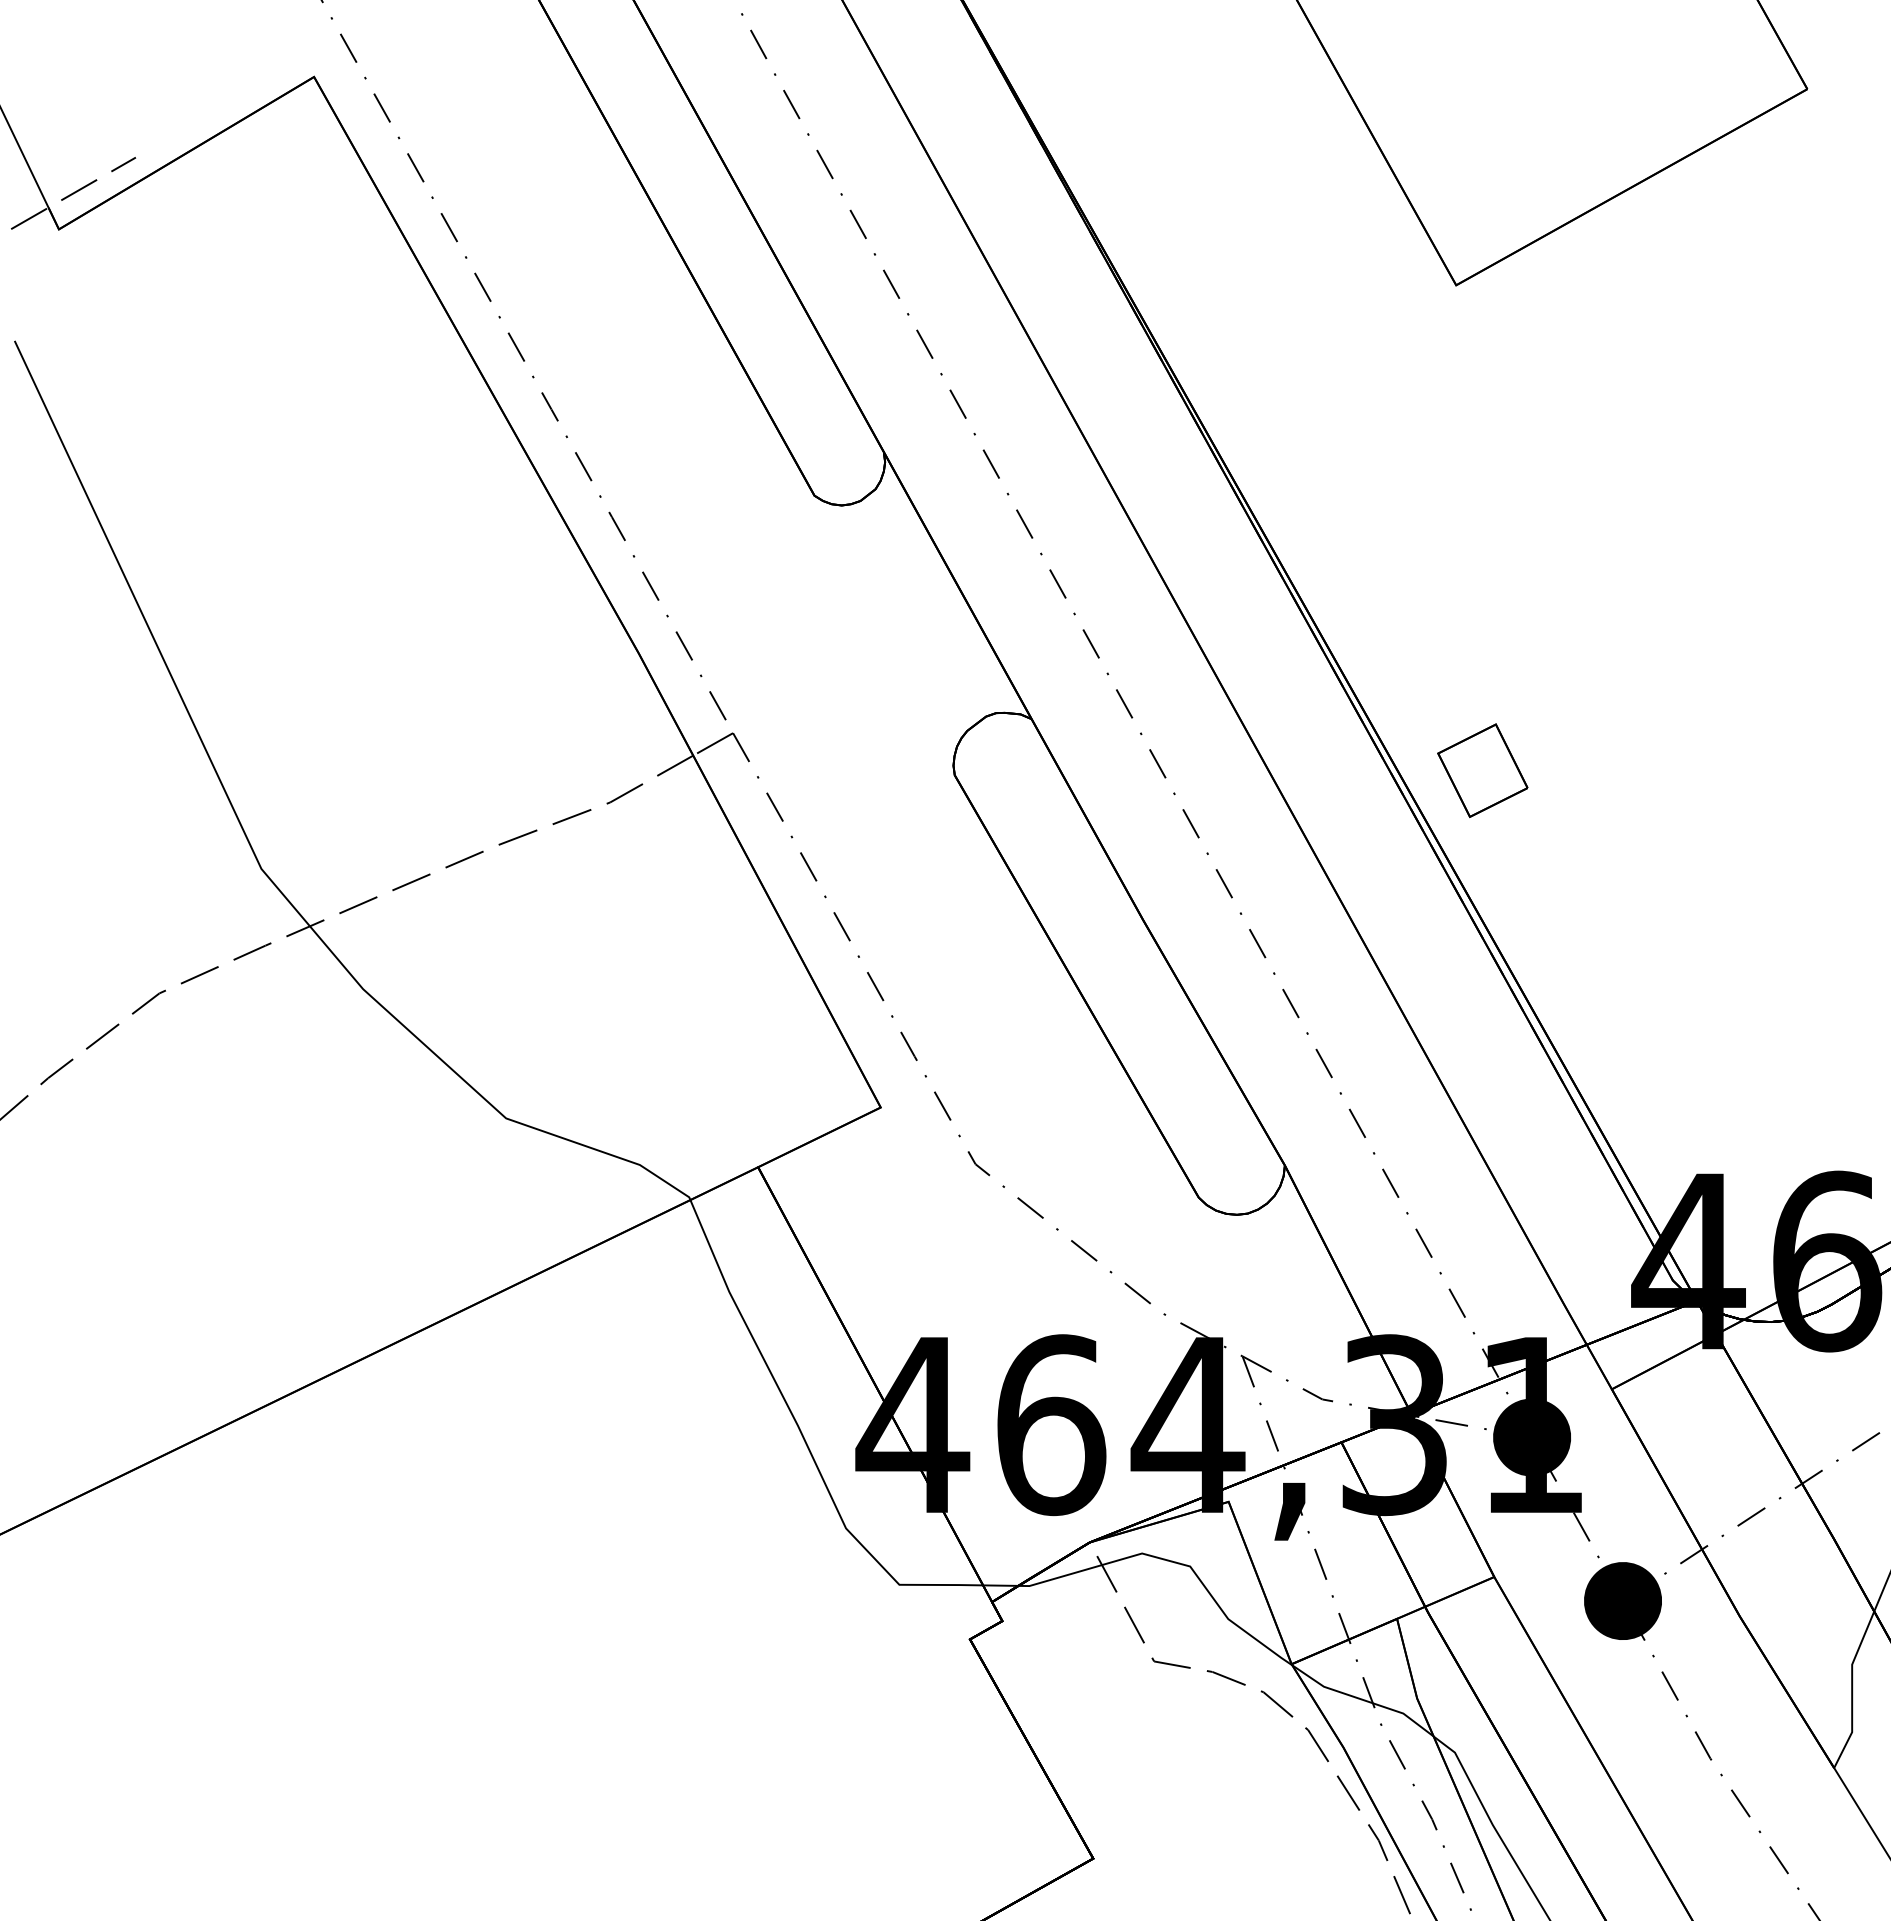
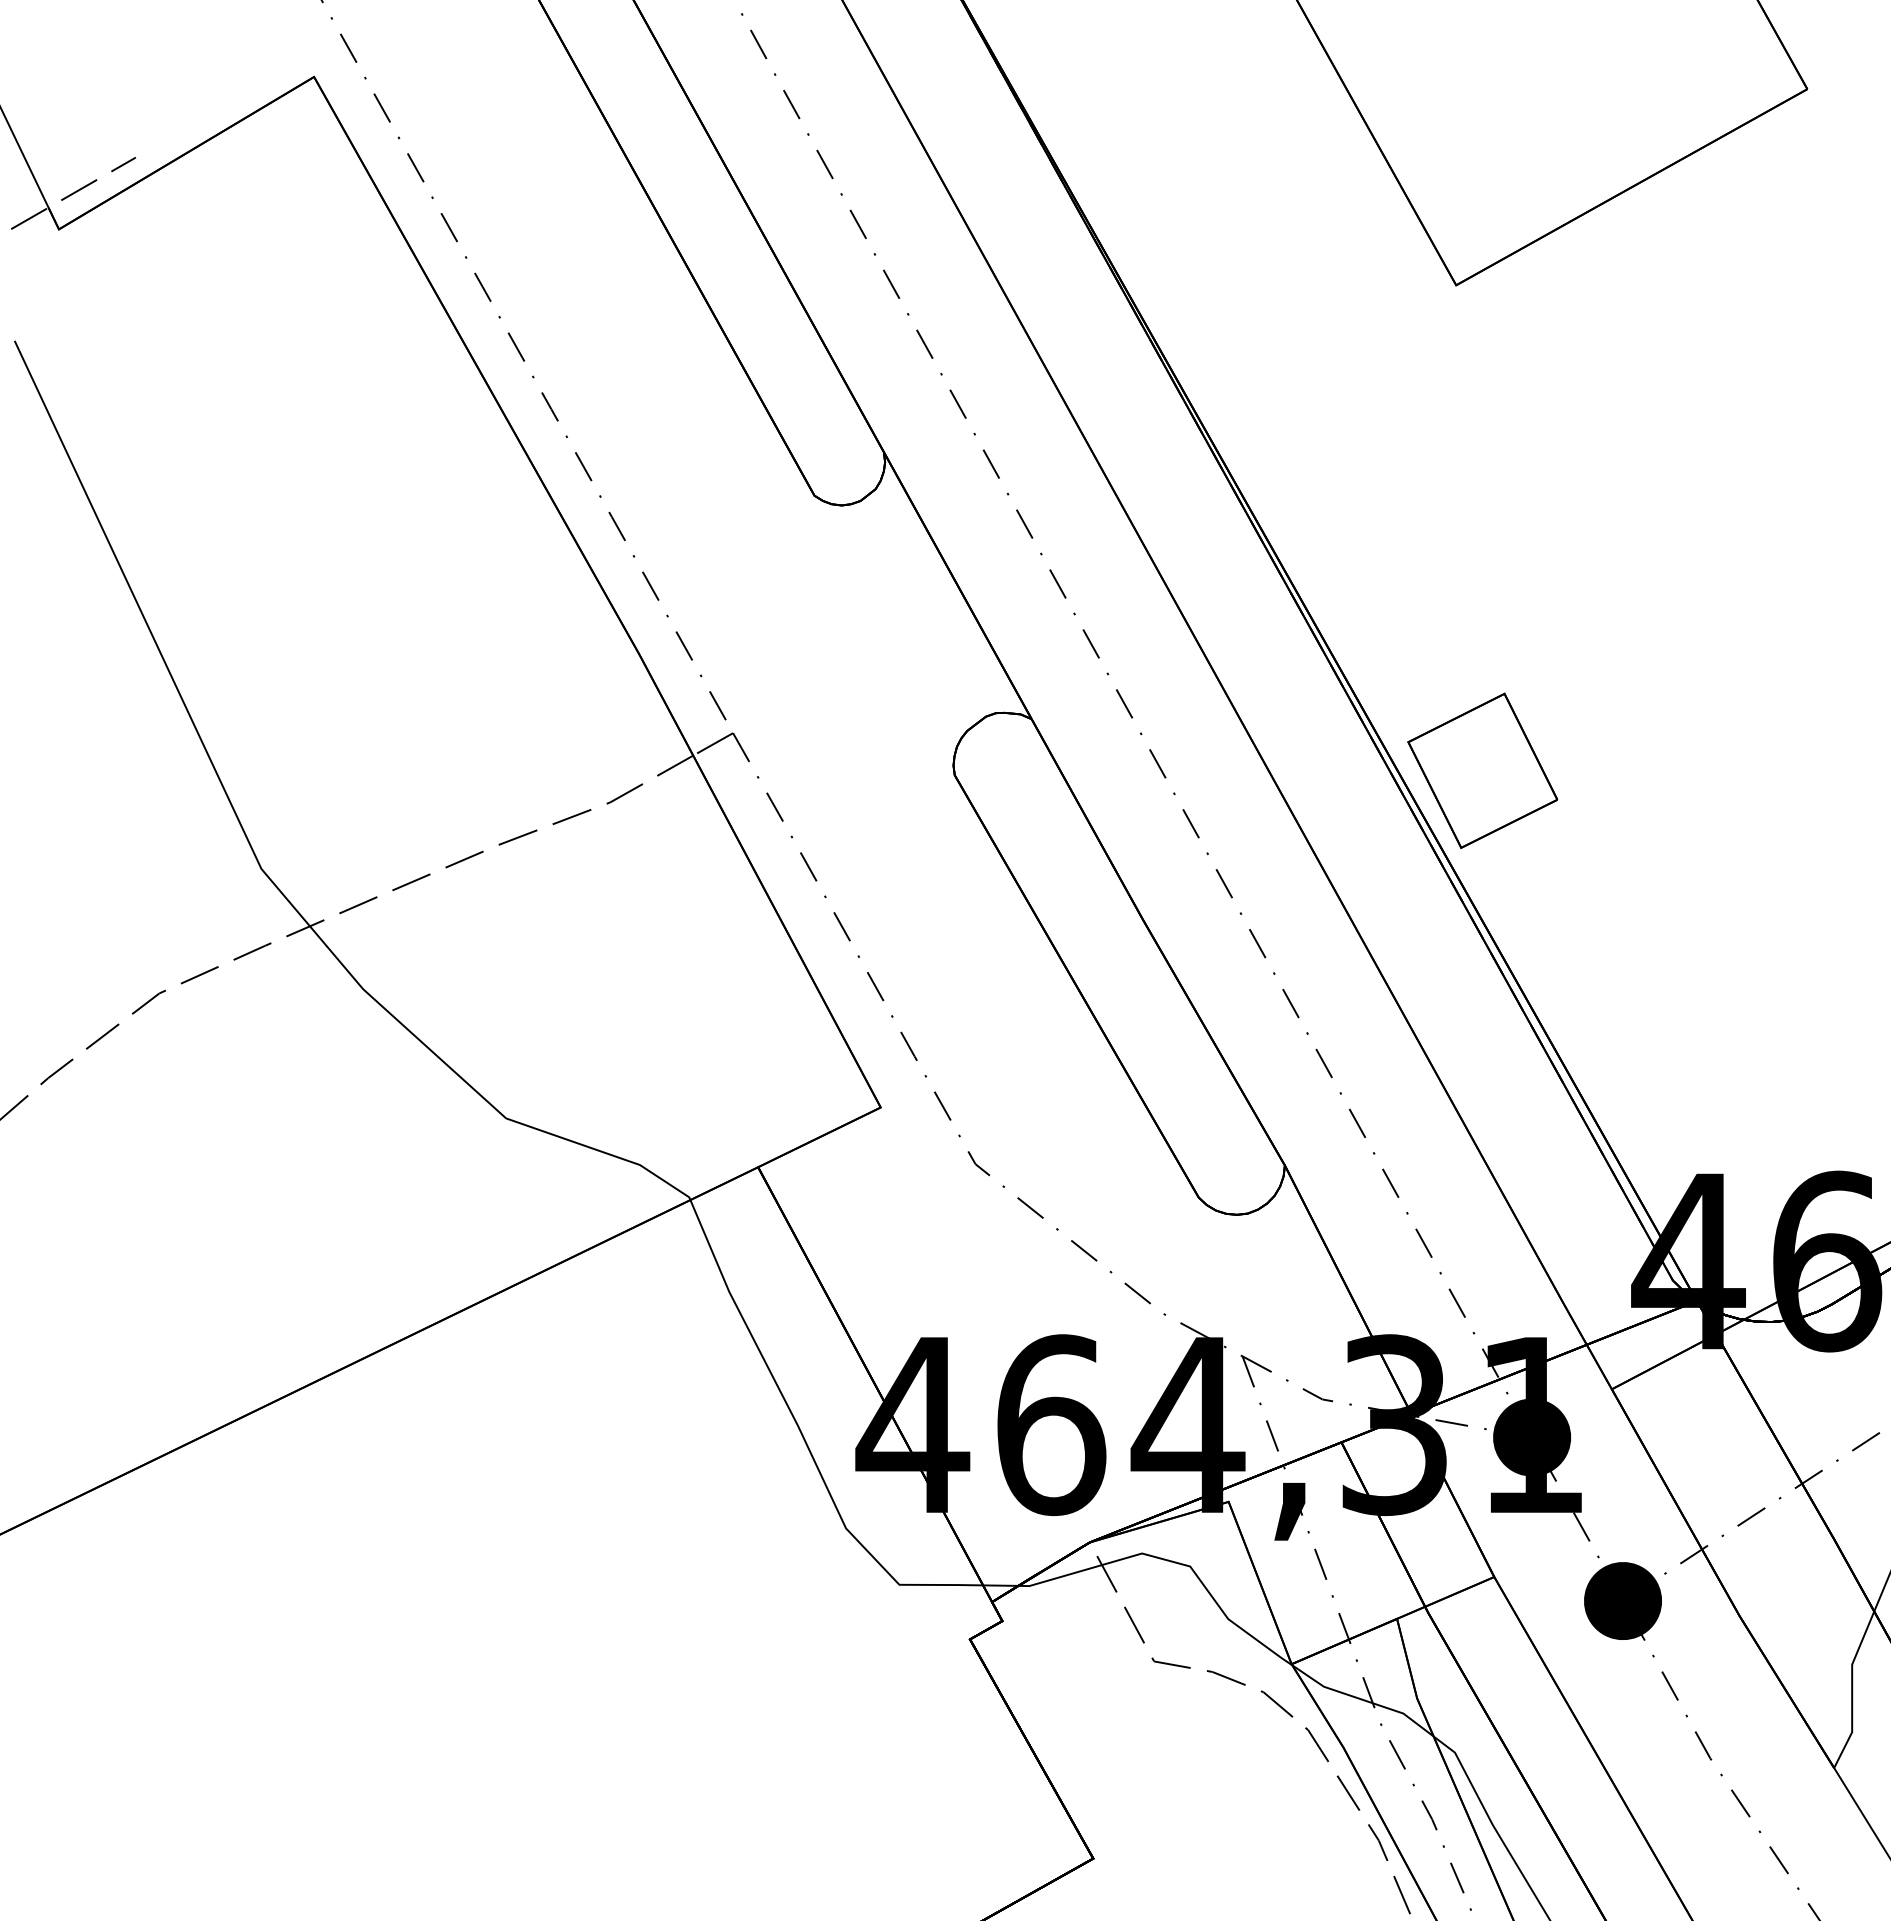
part at (1482, 770) size: 92x96 px -> 152x157 px
